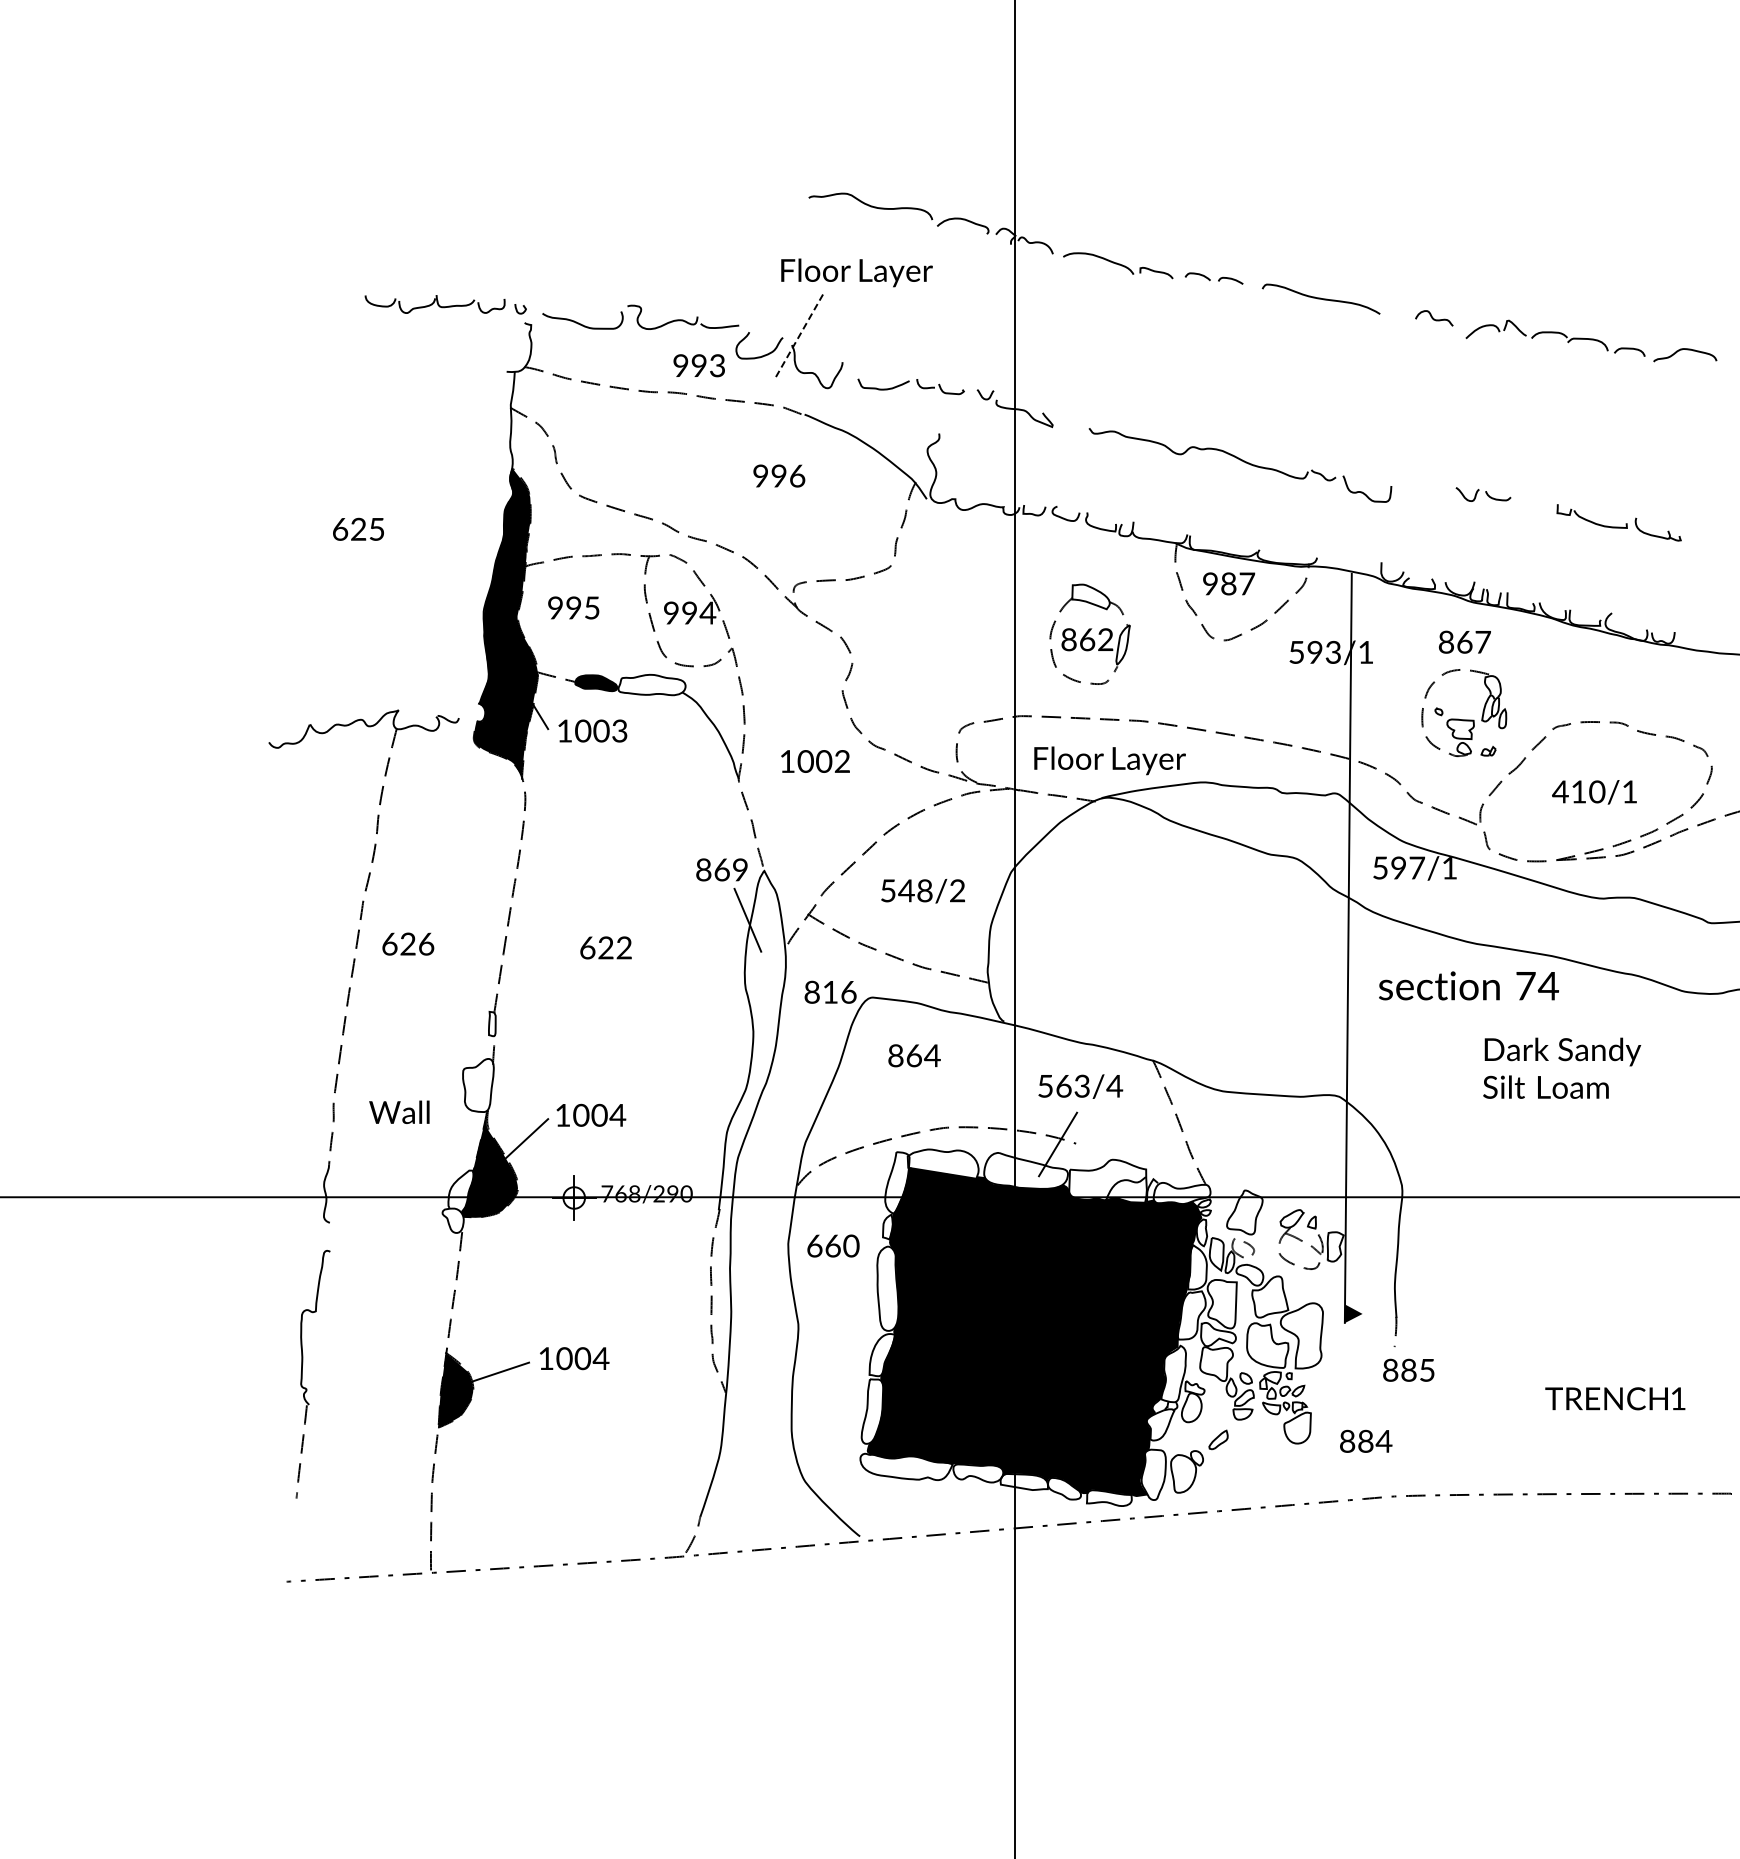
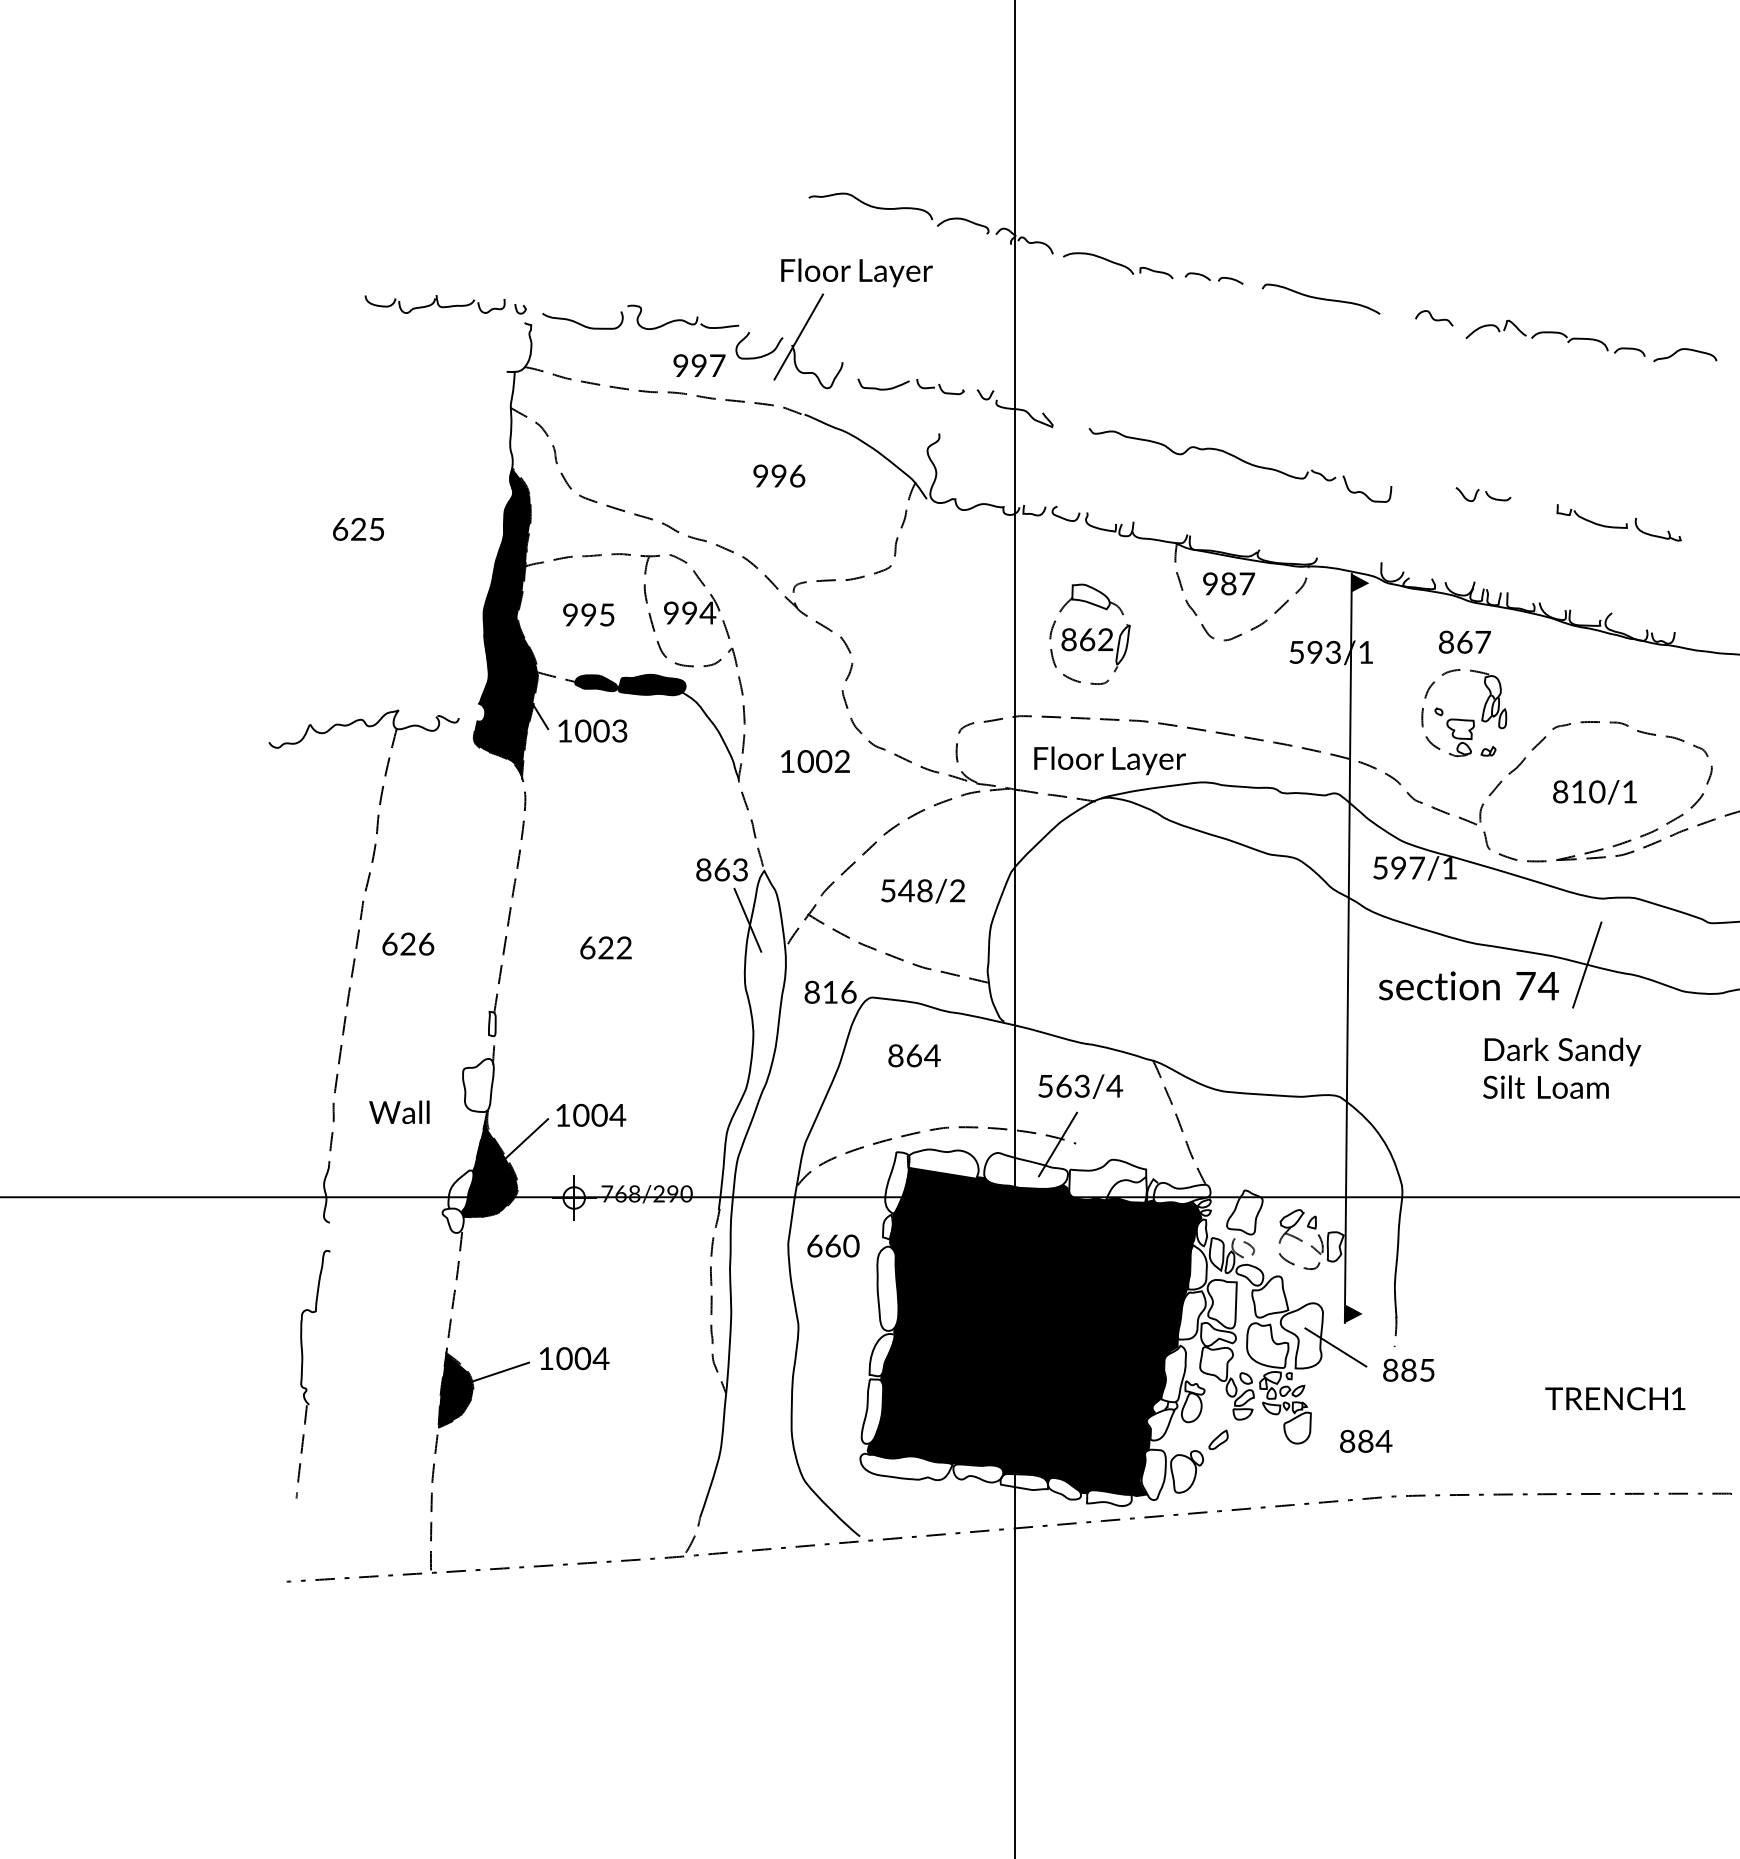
line at (798, 337): dashed -> solid
text at (717, 365): 993 -> 997
fill at (1360, 582): none -> present
text at (573, 607) position: (573, 607) -> (588, 614)
fill at (651, 684): none -> present
text at (1560, 791): 410/1 -> 810/1
text at (739, 869): 869 -> 863
line at (1587, 964): none -> present
line at (1335, 1347): none -> present
